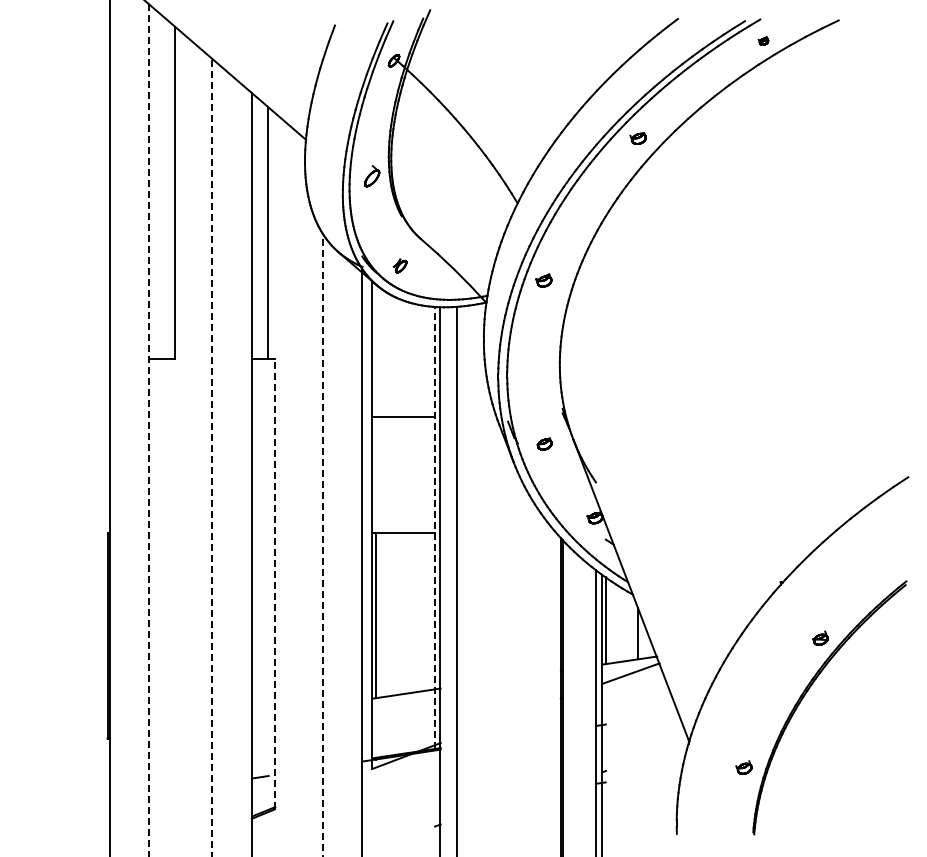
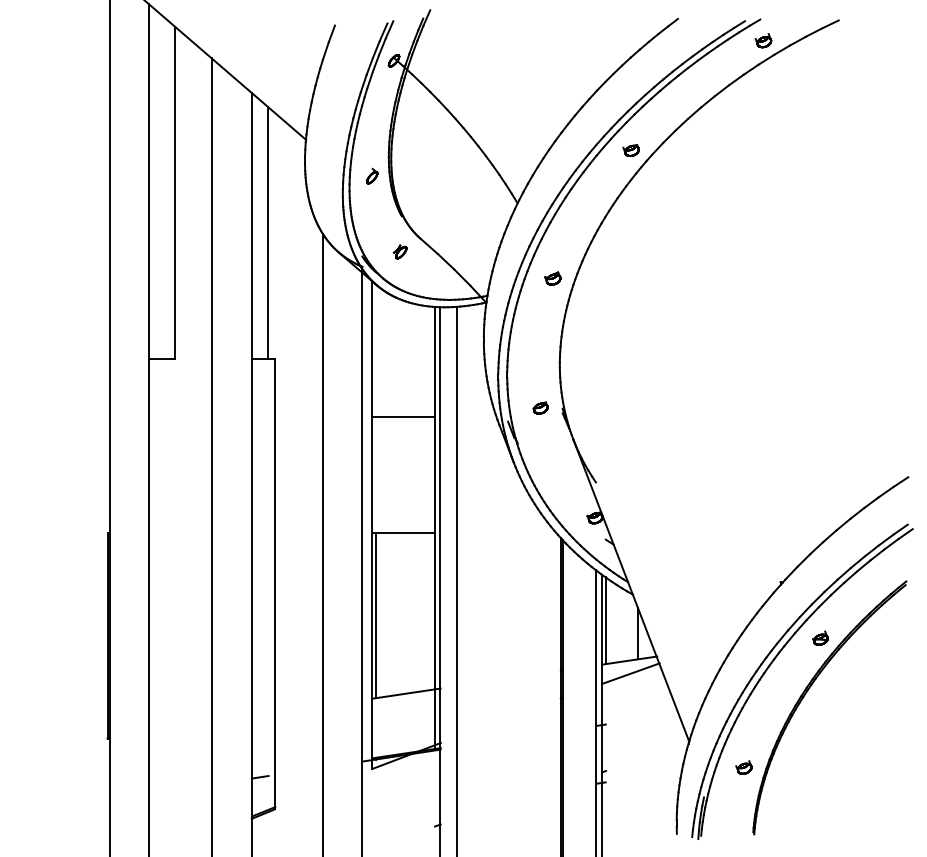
part at (763, 40) size: 13x11 px -> 19x16 px
part at (637, 138) position: (637, 138) -> (630, 150)
part at (372, 176) size: 17x23 px -> 13x18 px
part at (399, 265) position: (399, 265) -> (399, 251)
part at (543, 280) position: (543, 280) -> (552, 278)
line at (149, 430): dashed -> solid
part at (544, 443) position: (544, 443) -> (540, 407)
line at (212, 457): dashed -> solid
line at (434, 527): dashed -> solid
line at (322, 544): dashed -> solid
line at (274, 583): dashed -> solid
part at (775, 659): none -> present
